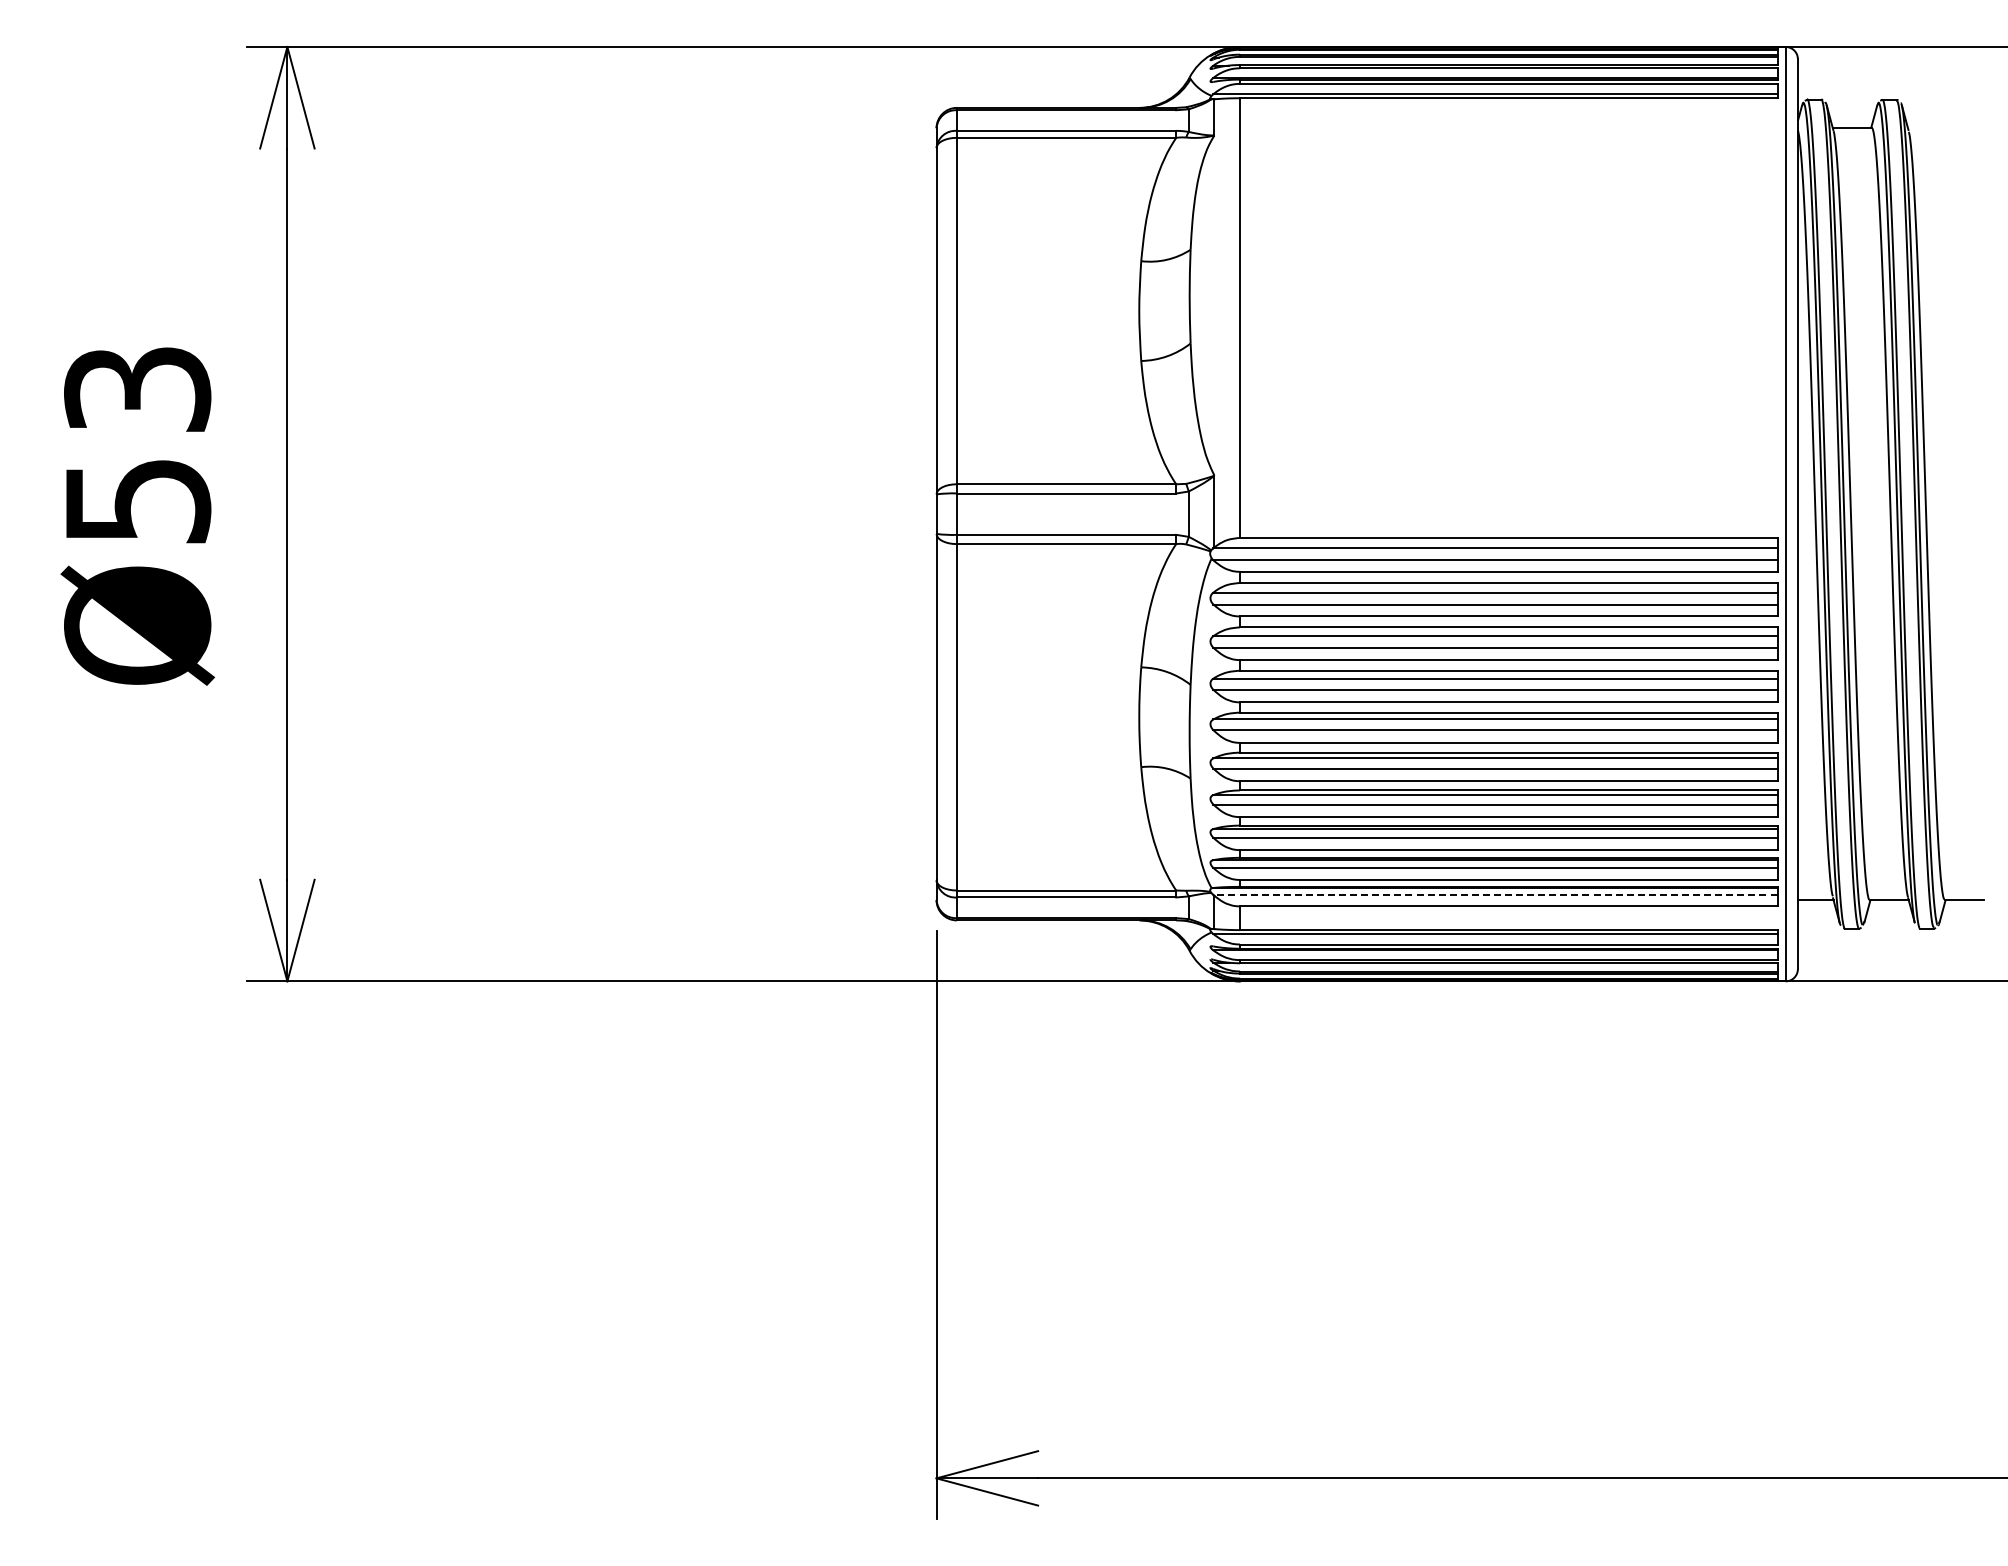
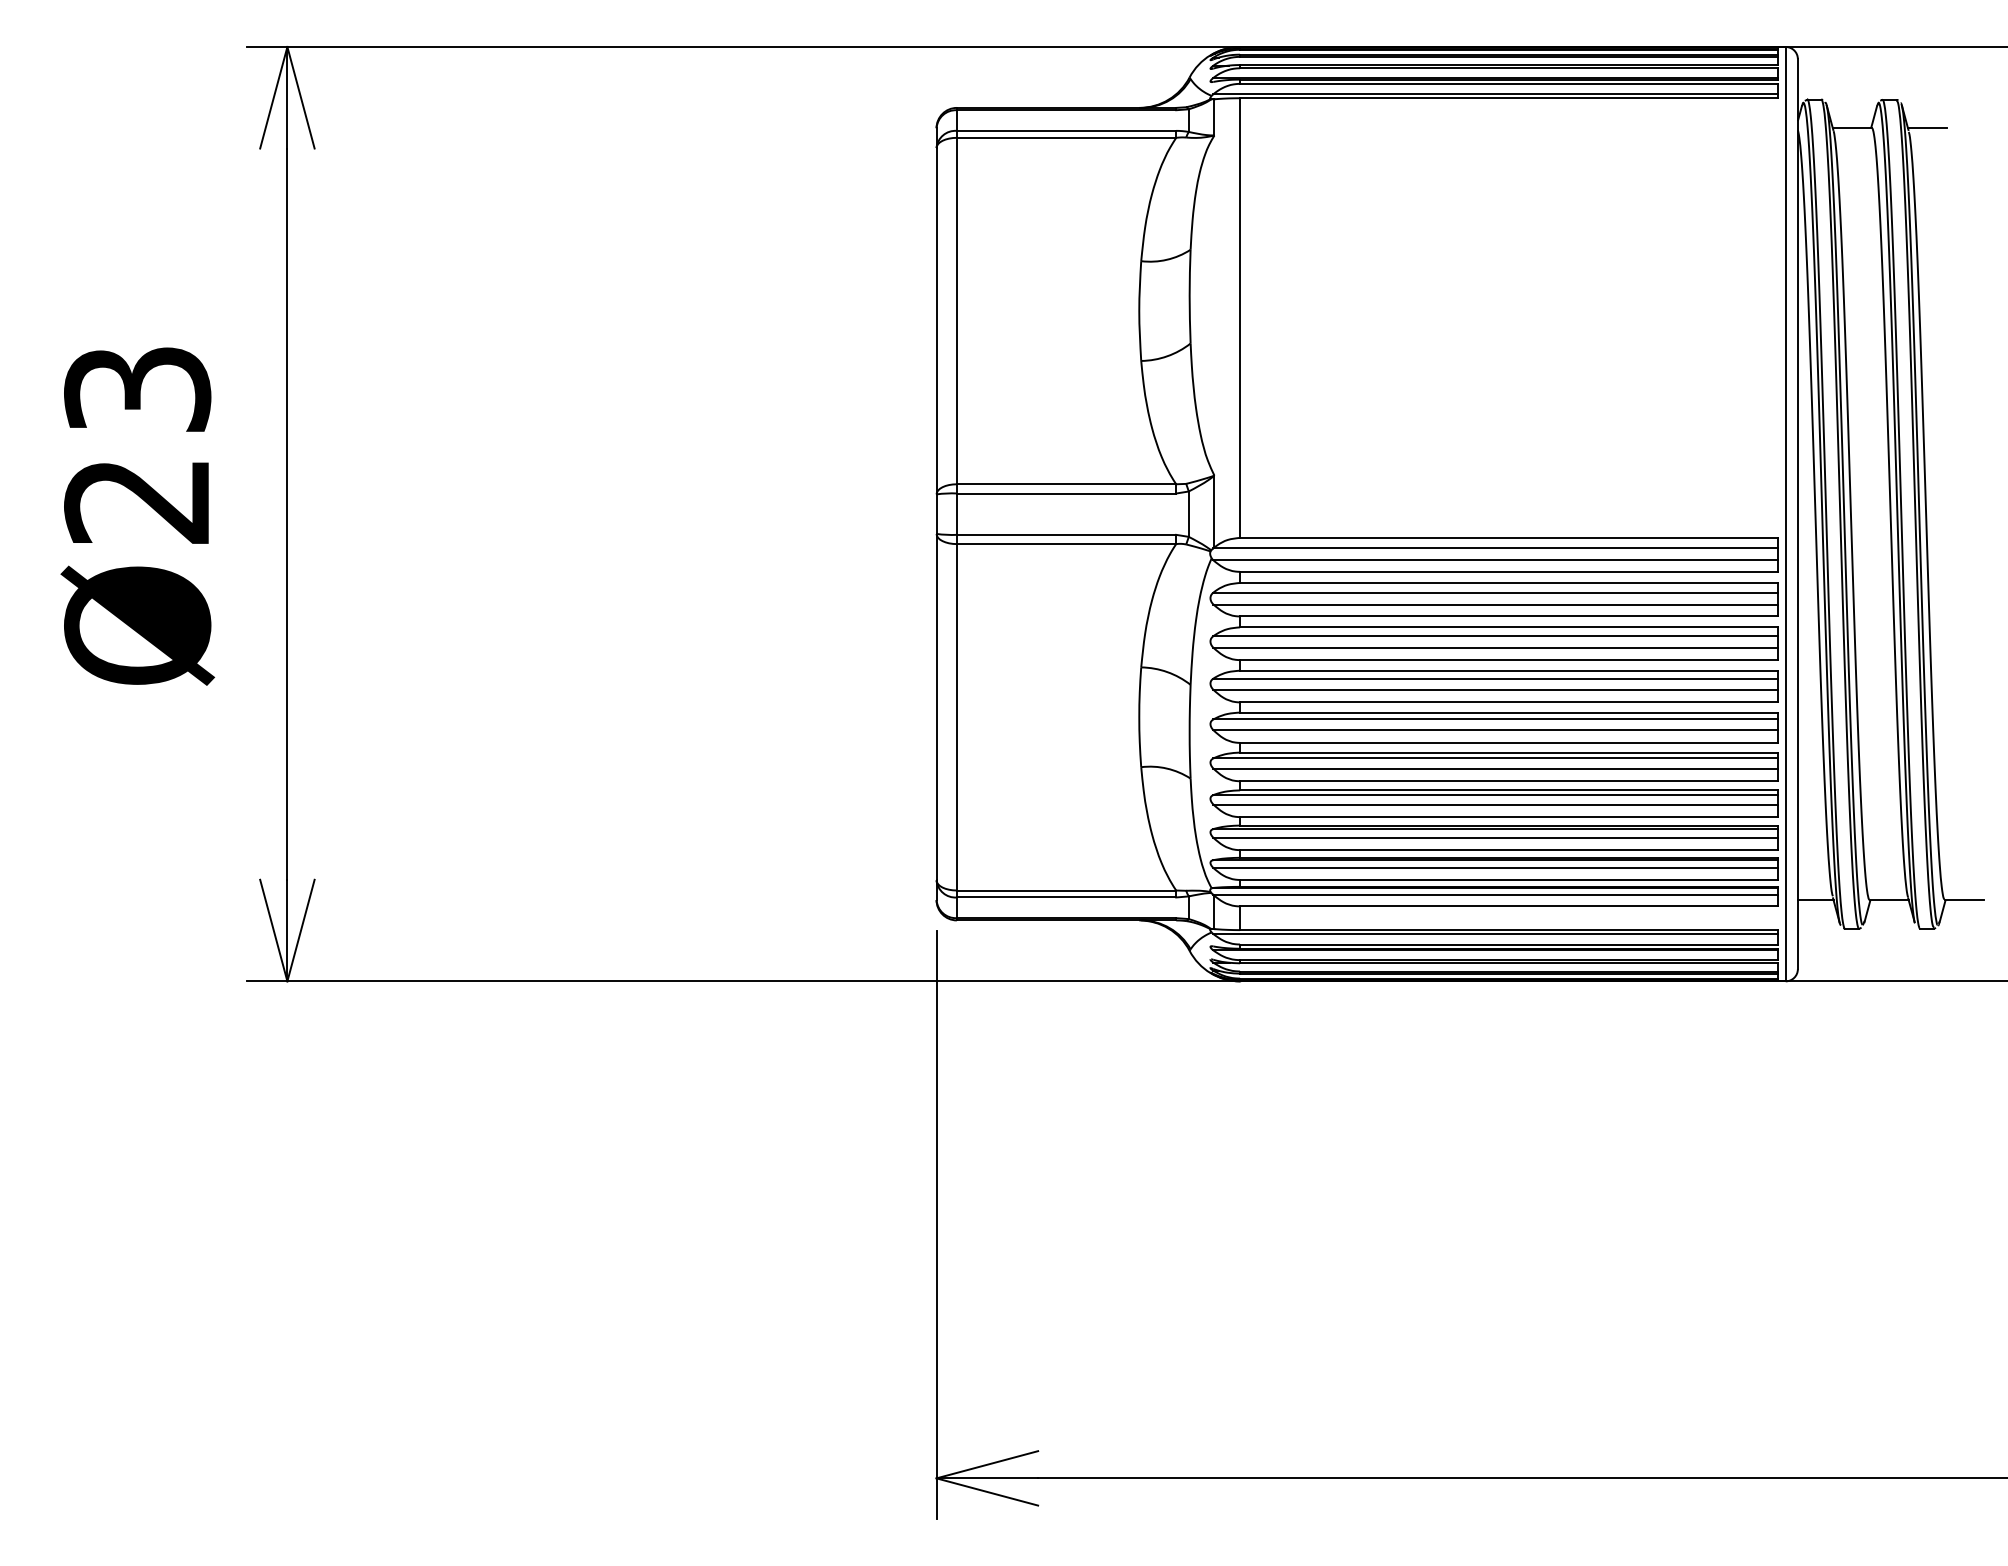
line at (1926, 128): none -> present
text at (137, 501): Ø53 -> Ø23
line at (1494, 894): dashed -> solid
